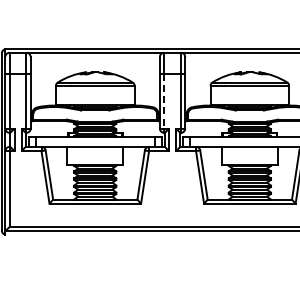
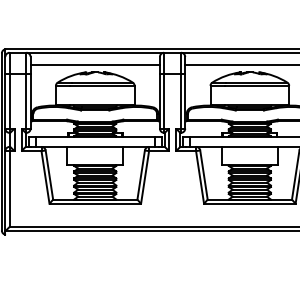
line at (94, 65): none -> present
line at (240, 65): none -> present
line at (164, 101): dashed -> solid
